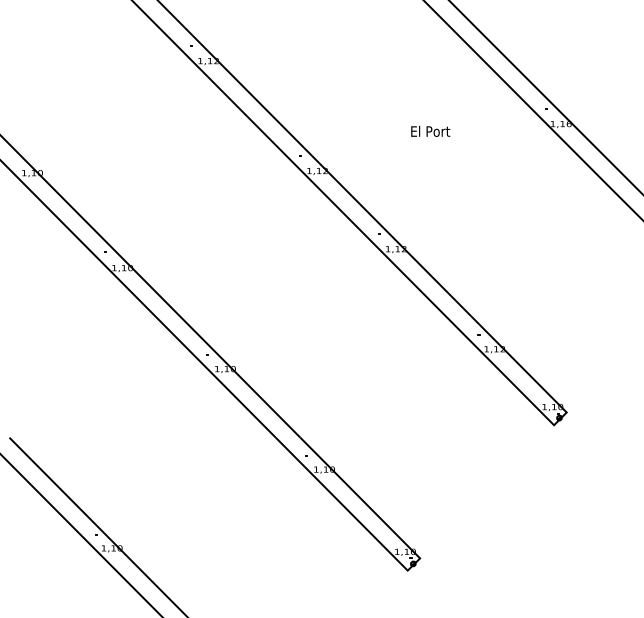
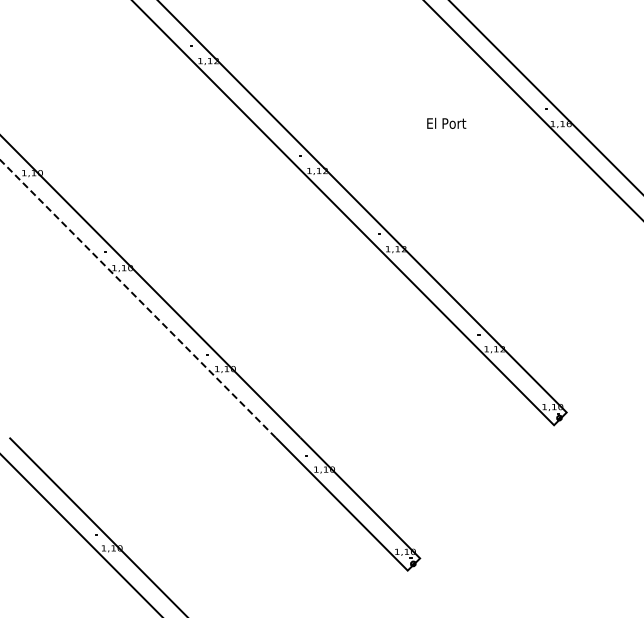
text at (430, 130) position: (430, 130) -> (446, 122)
line at (137, 298): solid -> dashed
